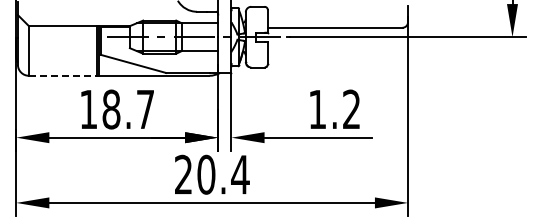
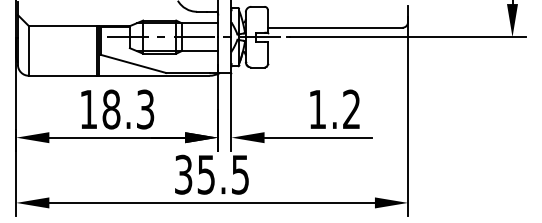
line at (62, 75): dashed -> solid
text at (145, 109): 18.7 -> 18.3
text at (212, 174): 20.4 -> 35.5
